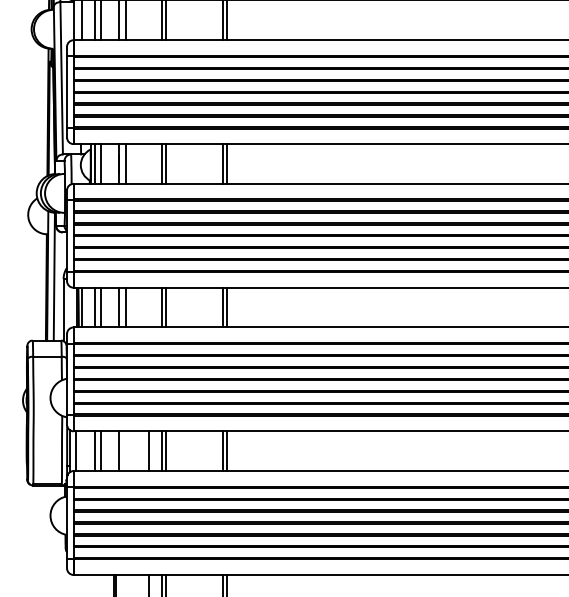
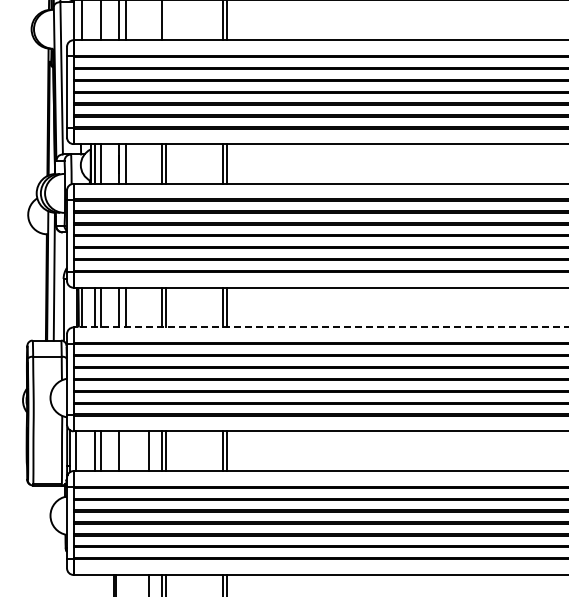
line at (94, 21): present -> none
line at (166, 21): present -> none
line at (320, 327): solid -> dashed
